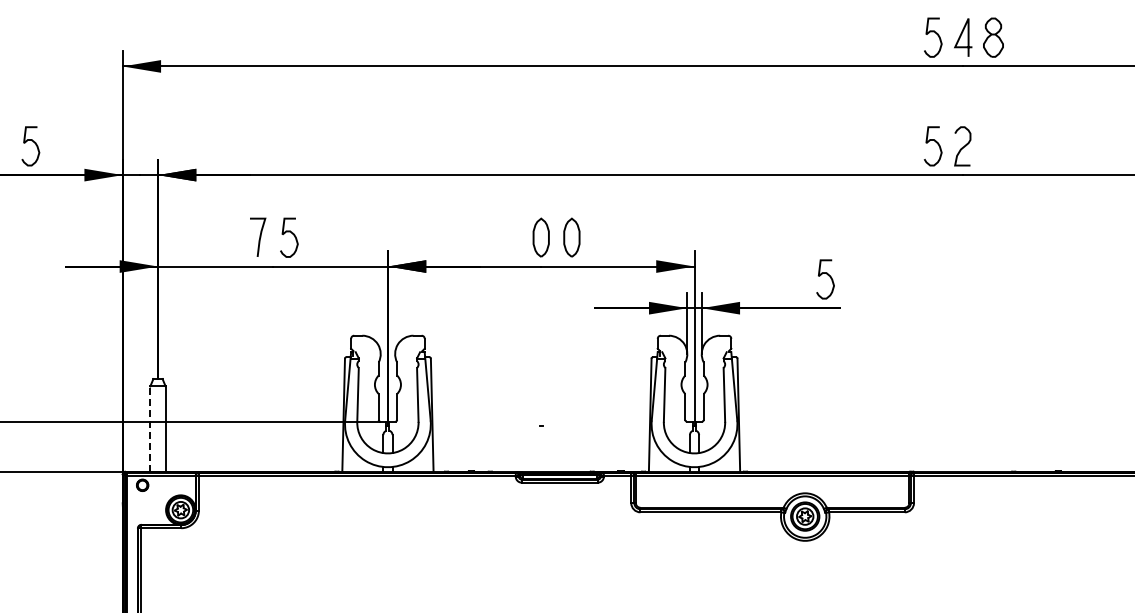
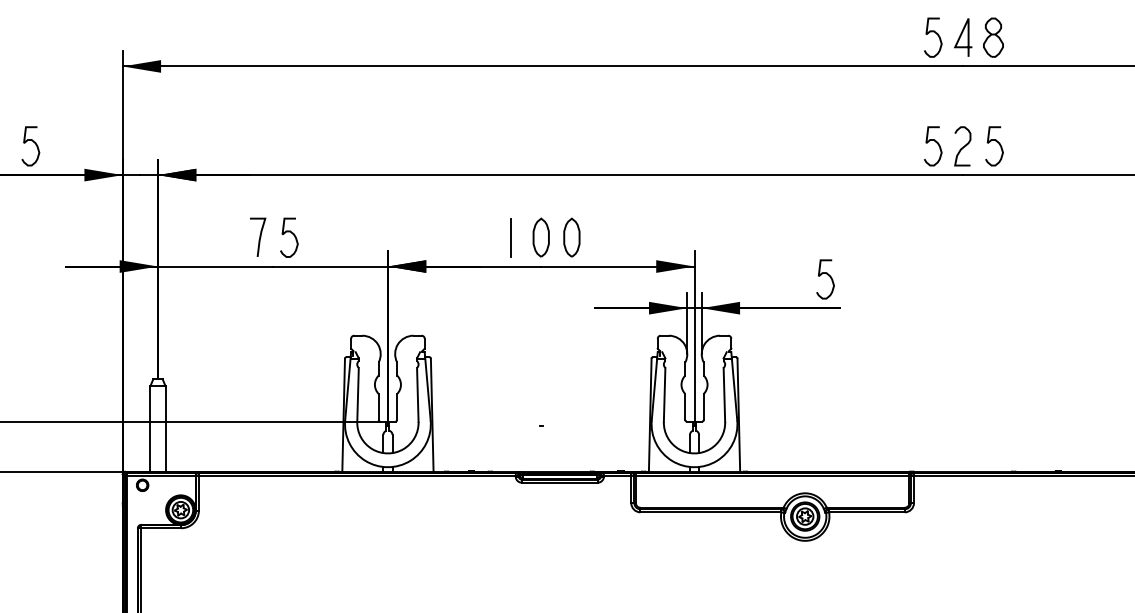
curve at (996, 142): none -> present
line at (510, 237): none -> present
line at (150, 429): dashed -> solid
